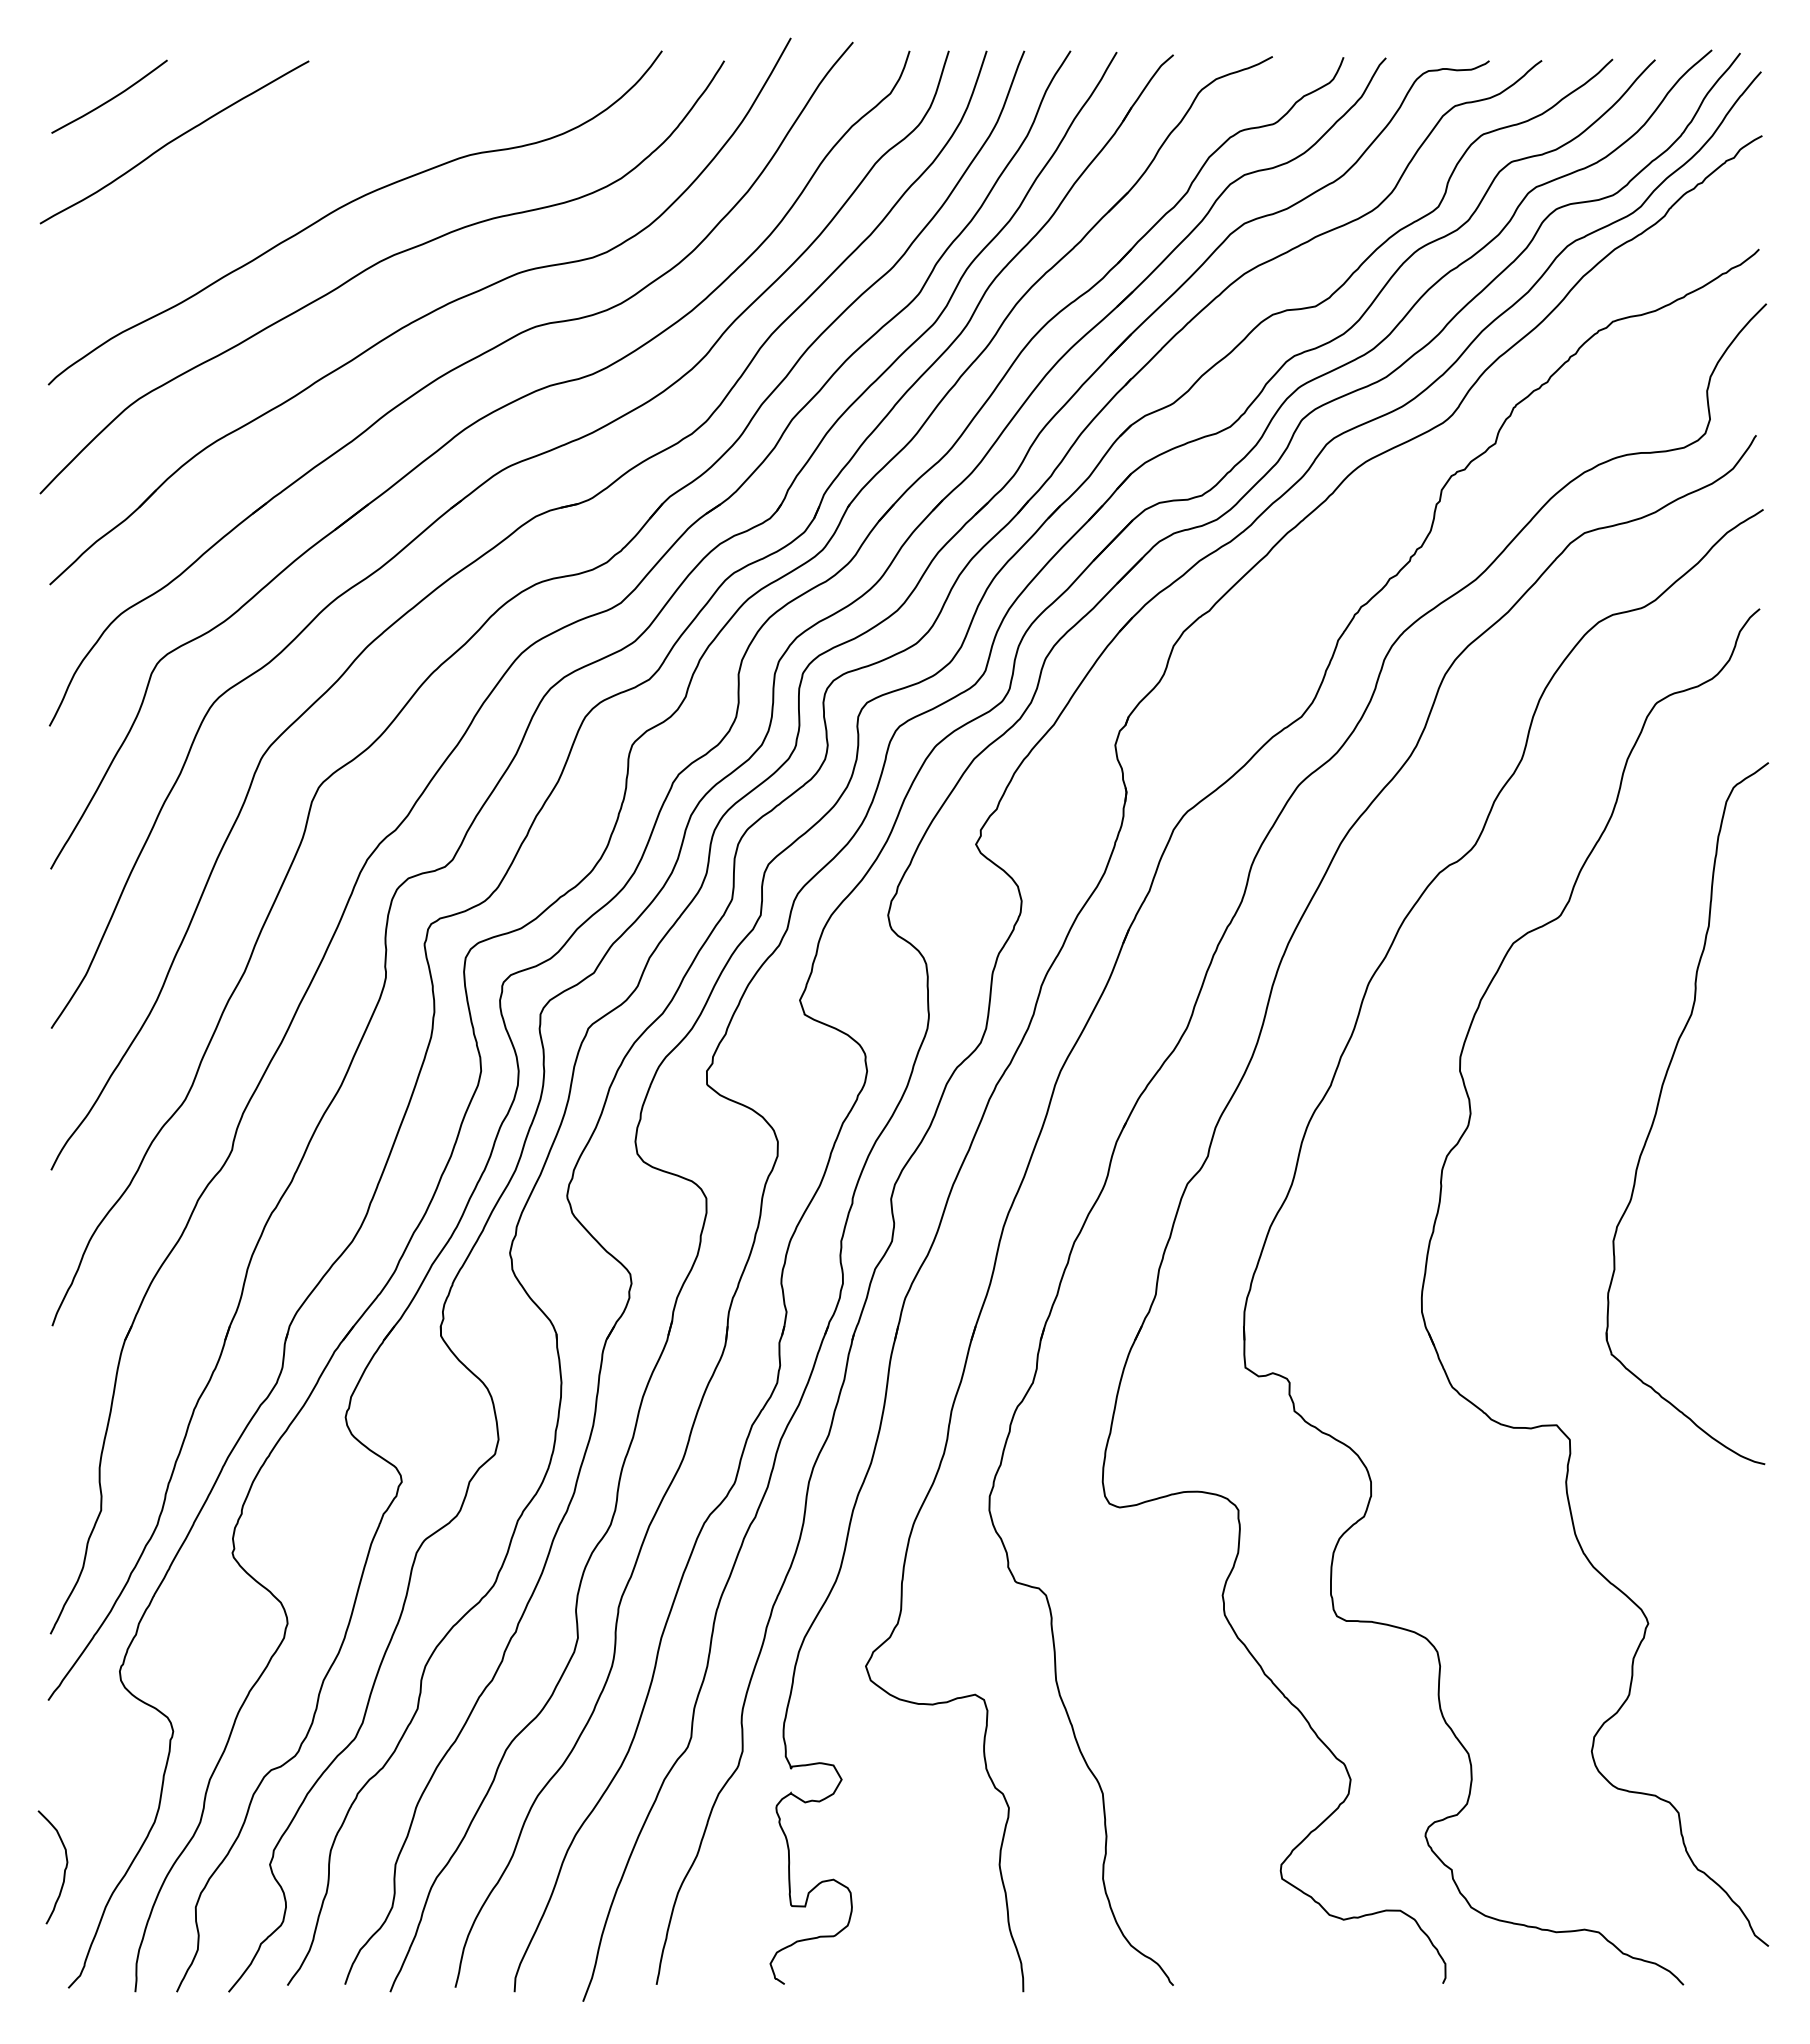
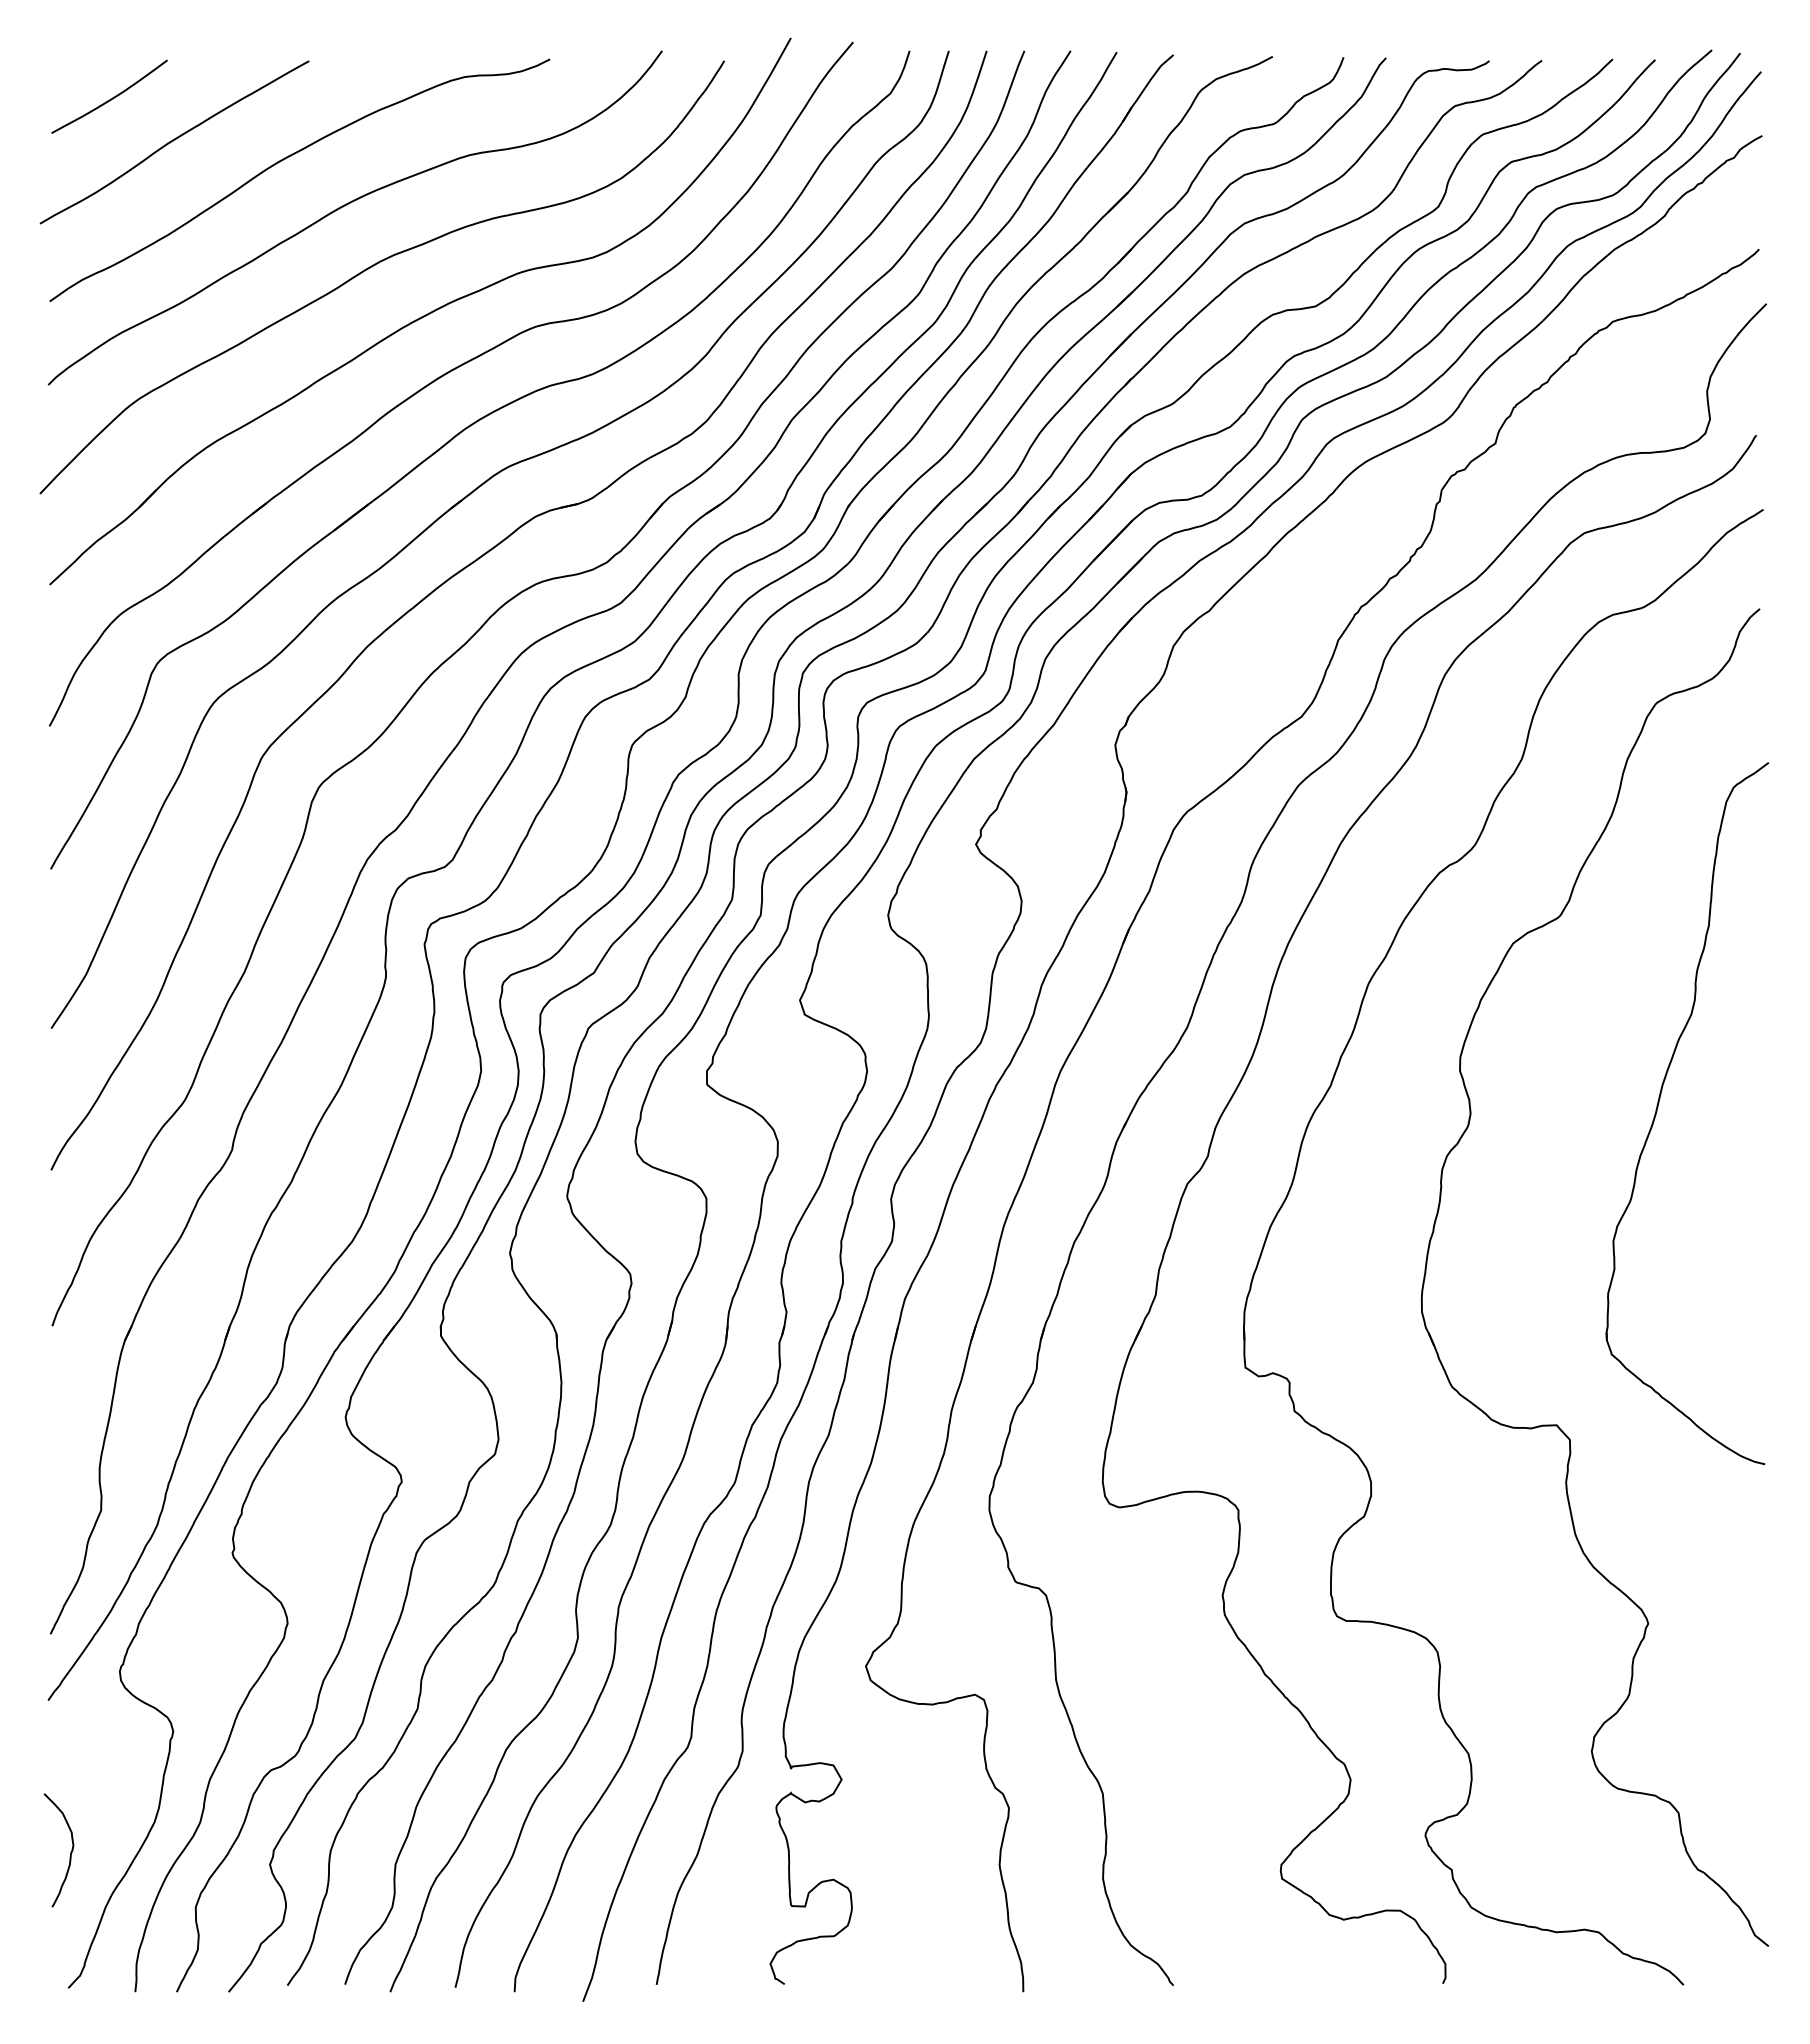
curve at (289, 157): none -> present
curve at (64, 1868) position: (64, 1868) -> (70, 1851)
